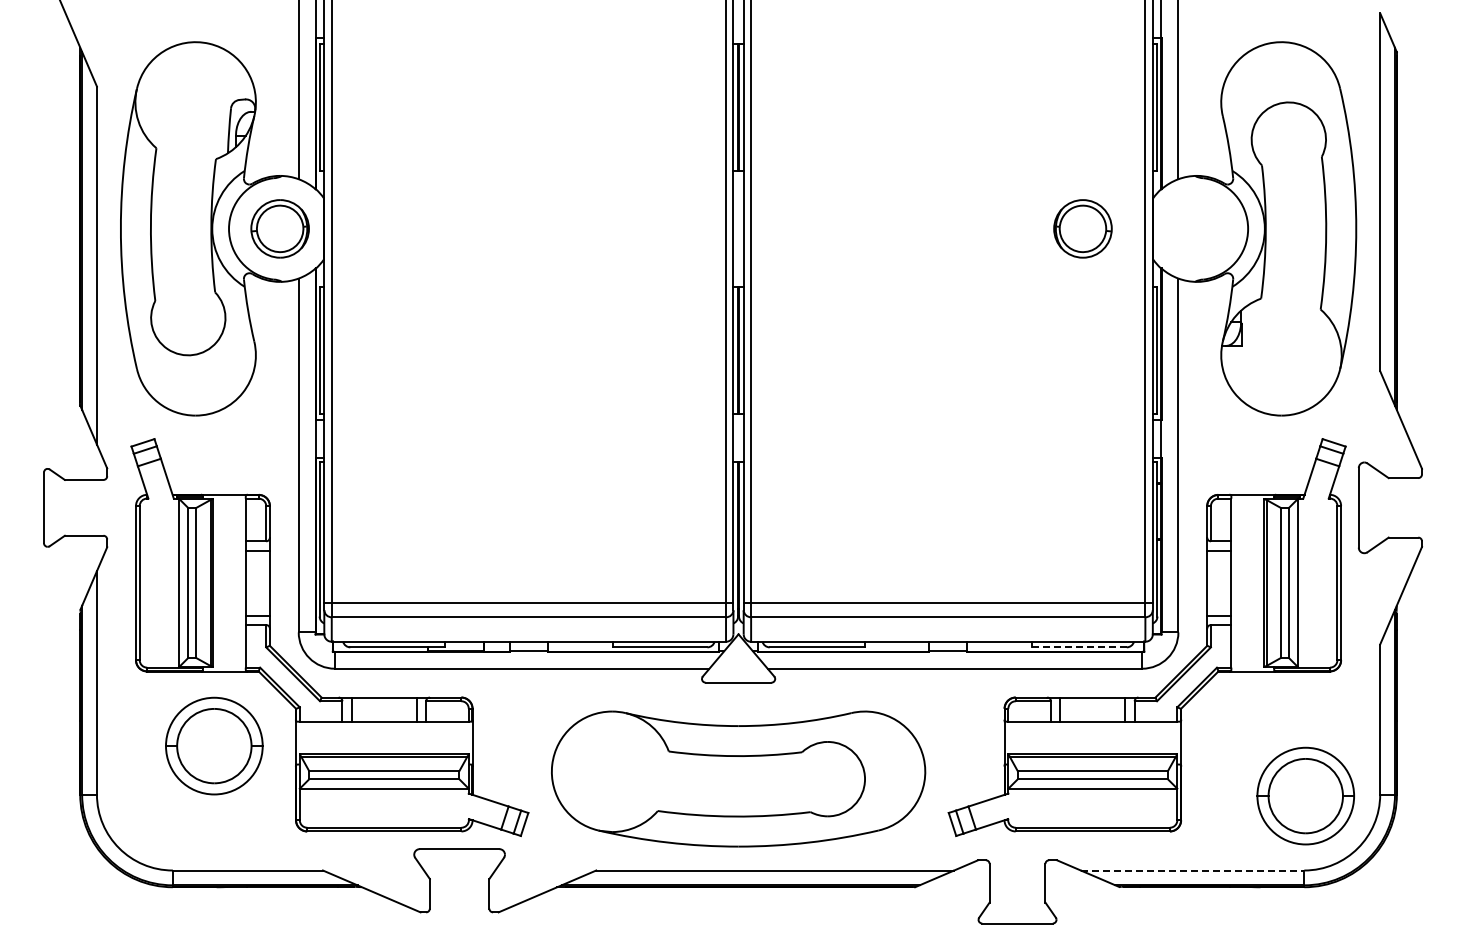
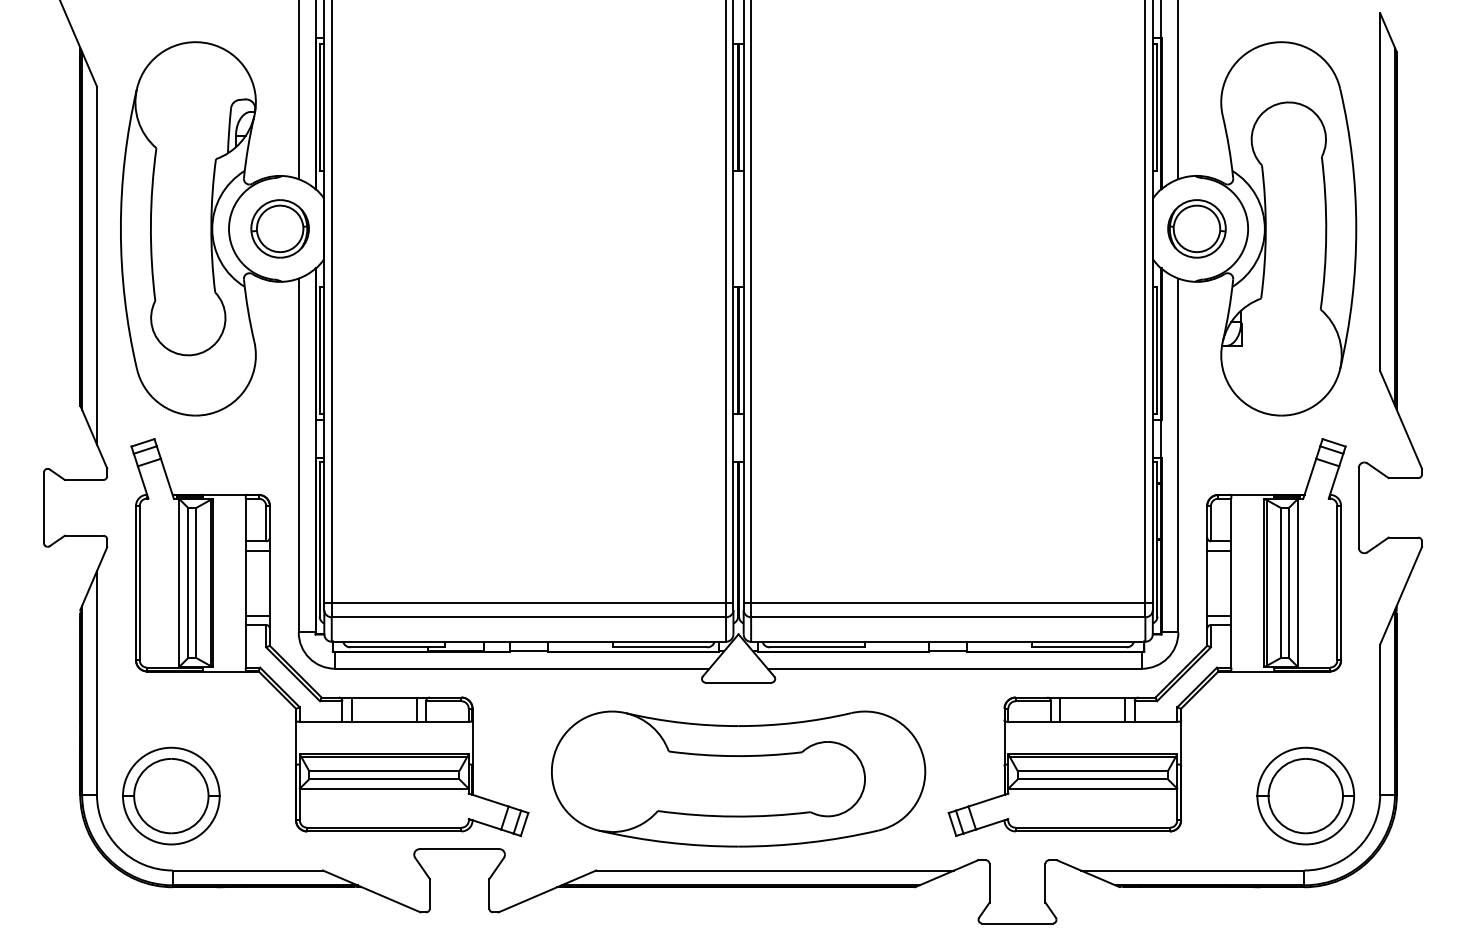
part at (1082, 228) position: (1082, 228) -> (1196, 228)
line at (1078, 647): dashed -> solid
part at (214, 745) position: (214, 745) -> (171, 795)
line at (1192, 870): dashed -> solid
